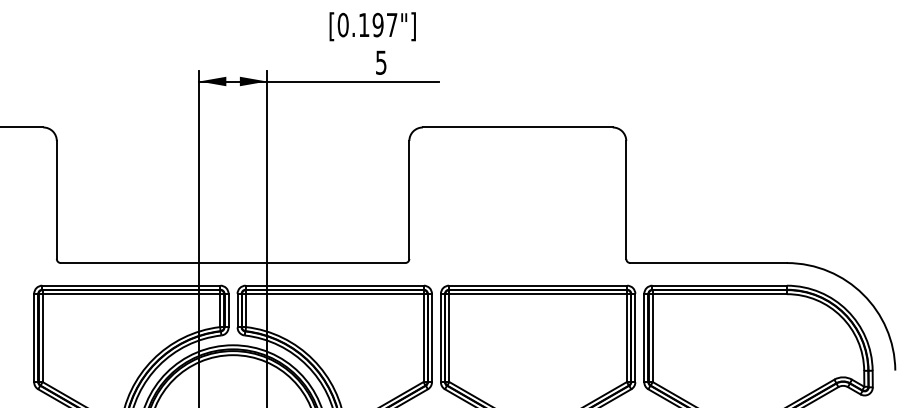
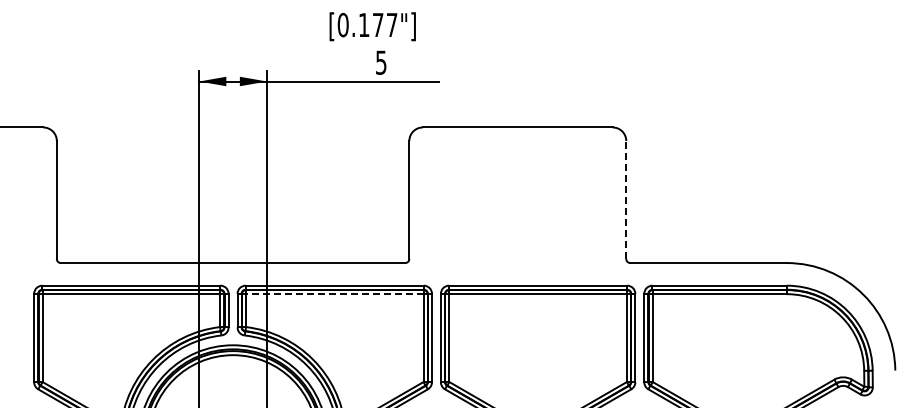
text at (377, 24): [0.197"] -> [0.177"]
line at (626, 199): solid -> dashed
line at (334, 294): solid -> dashed
